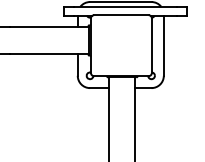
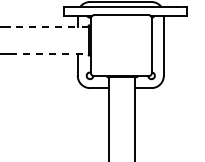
line at (48, 26): solid -> dashed
line at (49, 53): solid -> dashed
